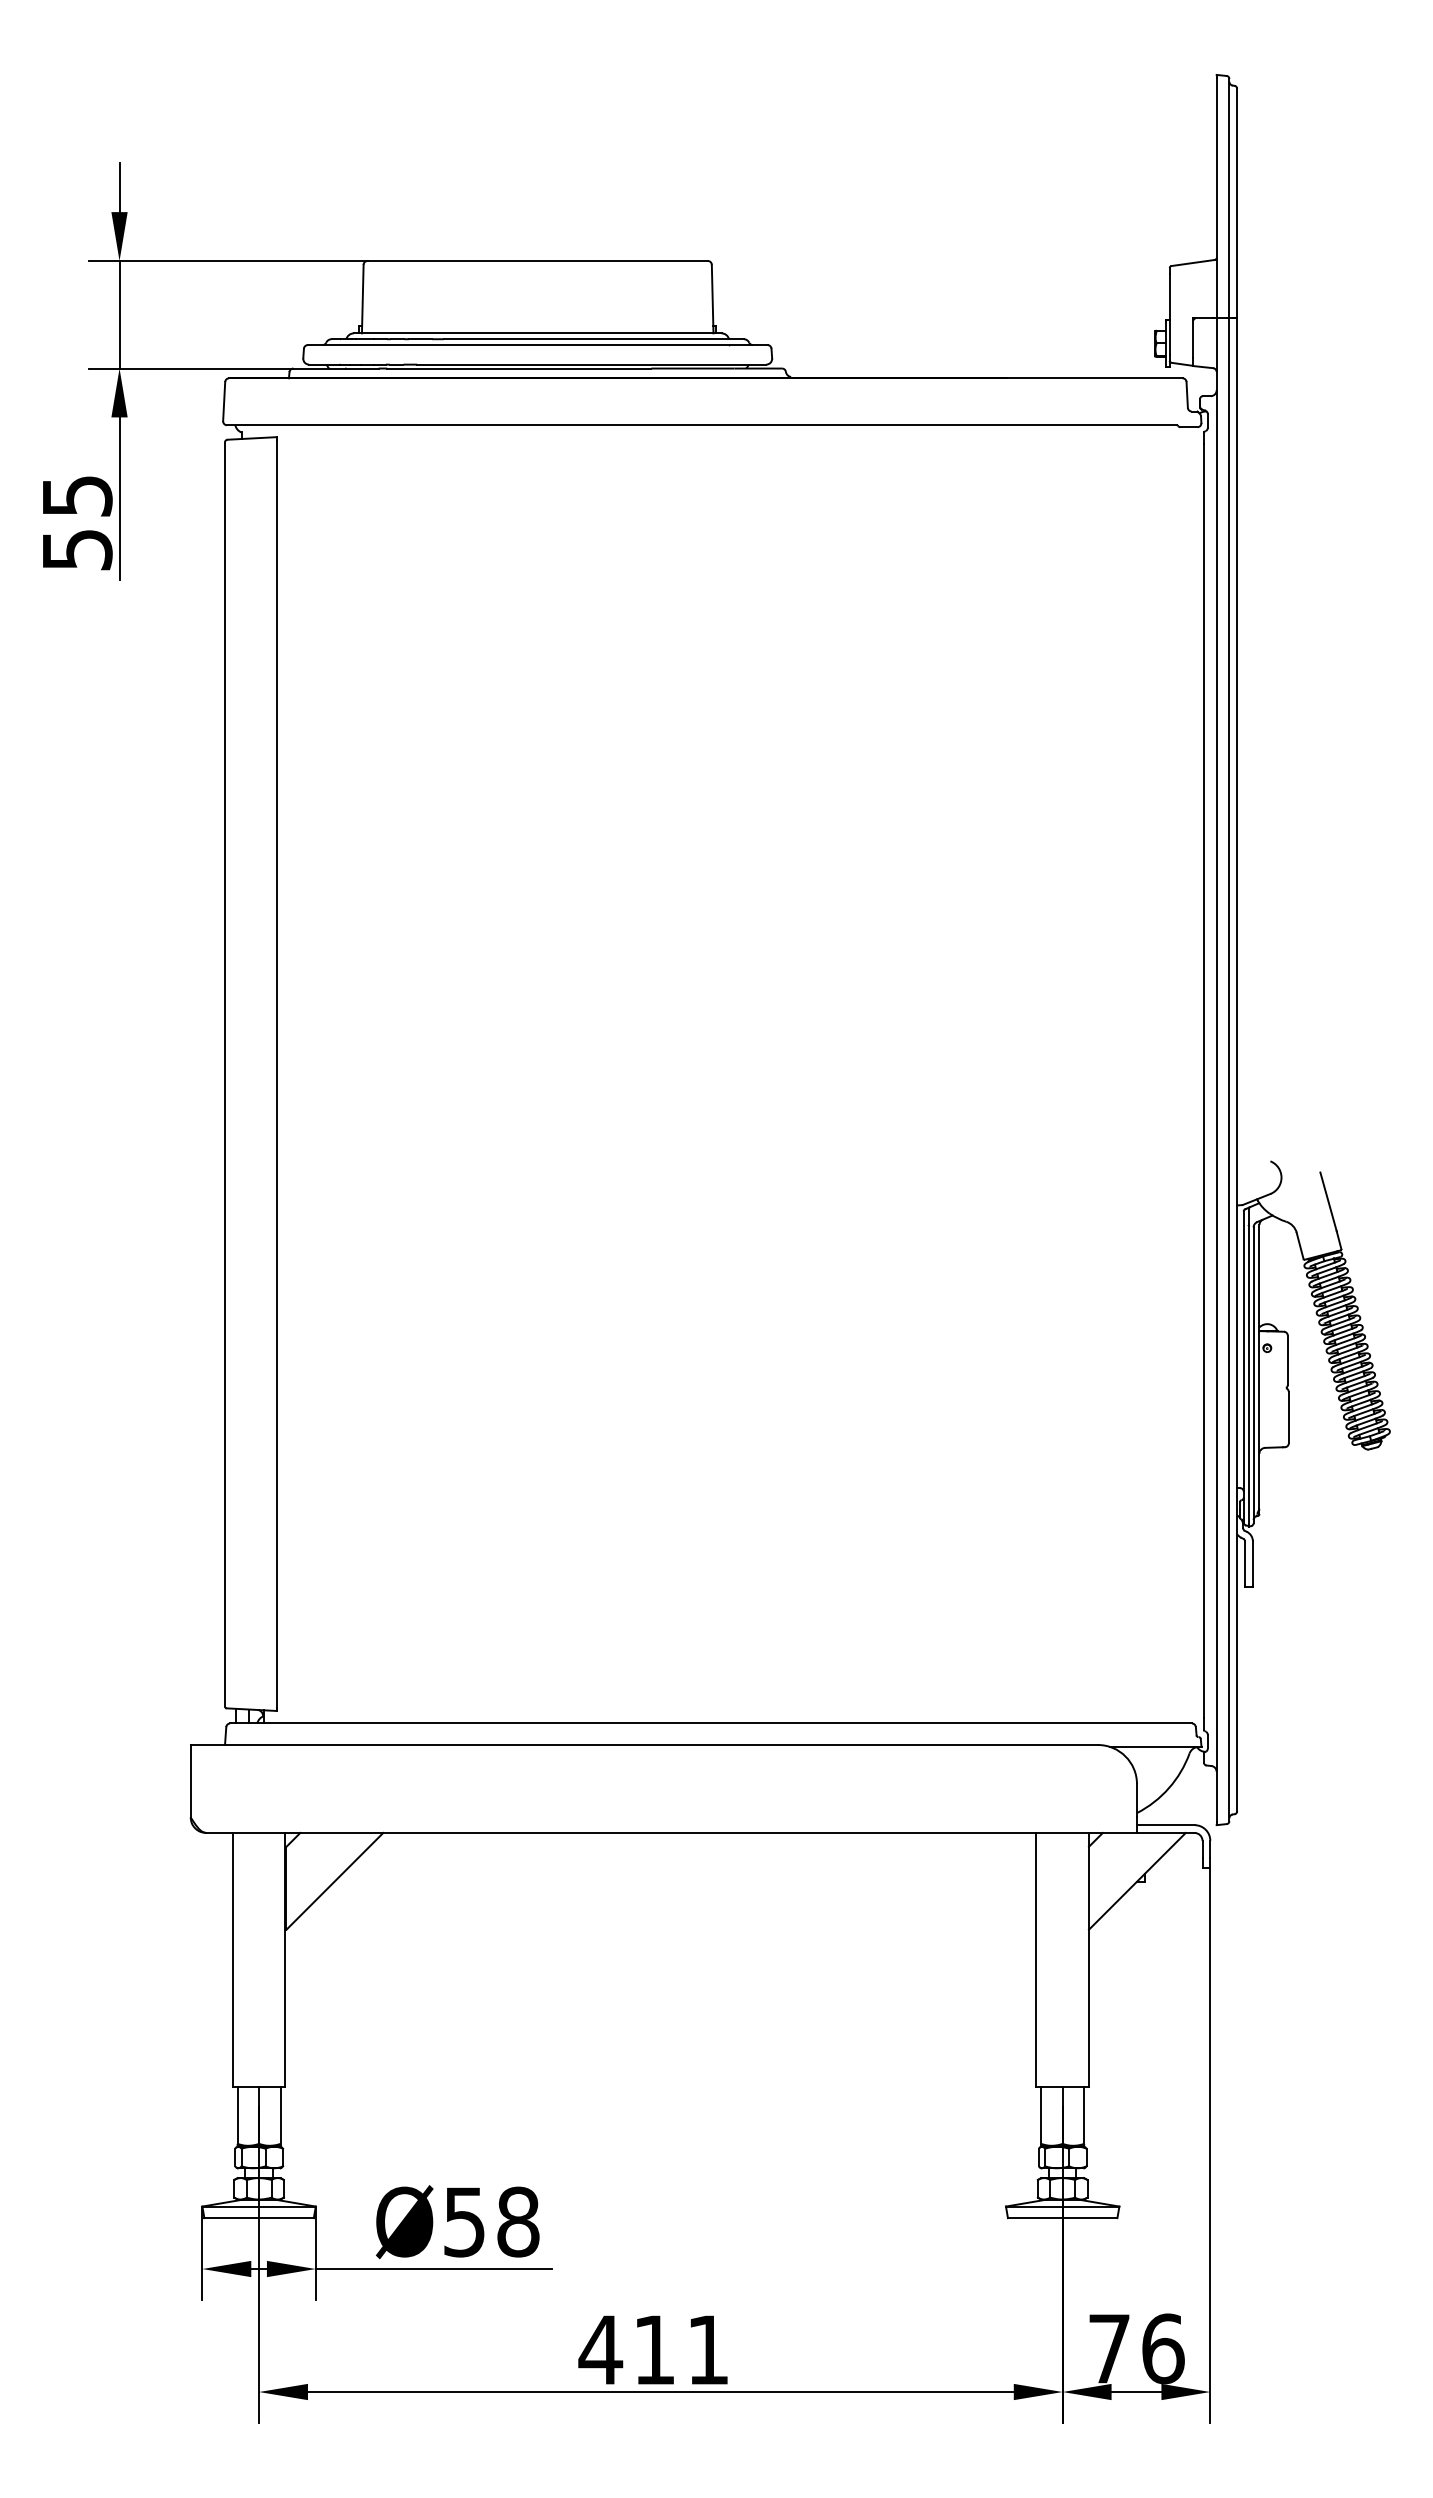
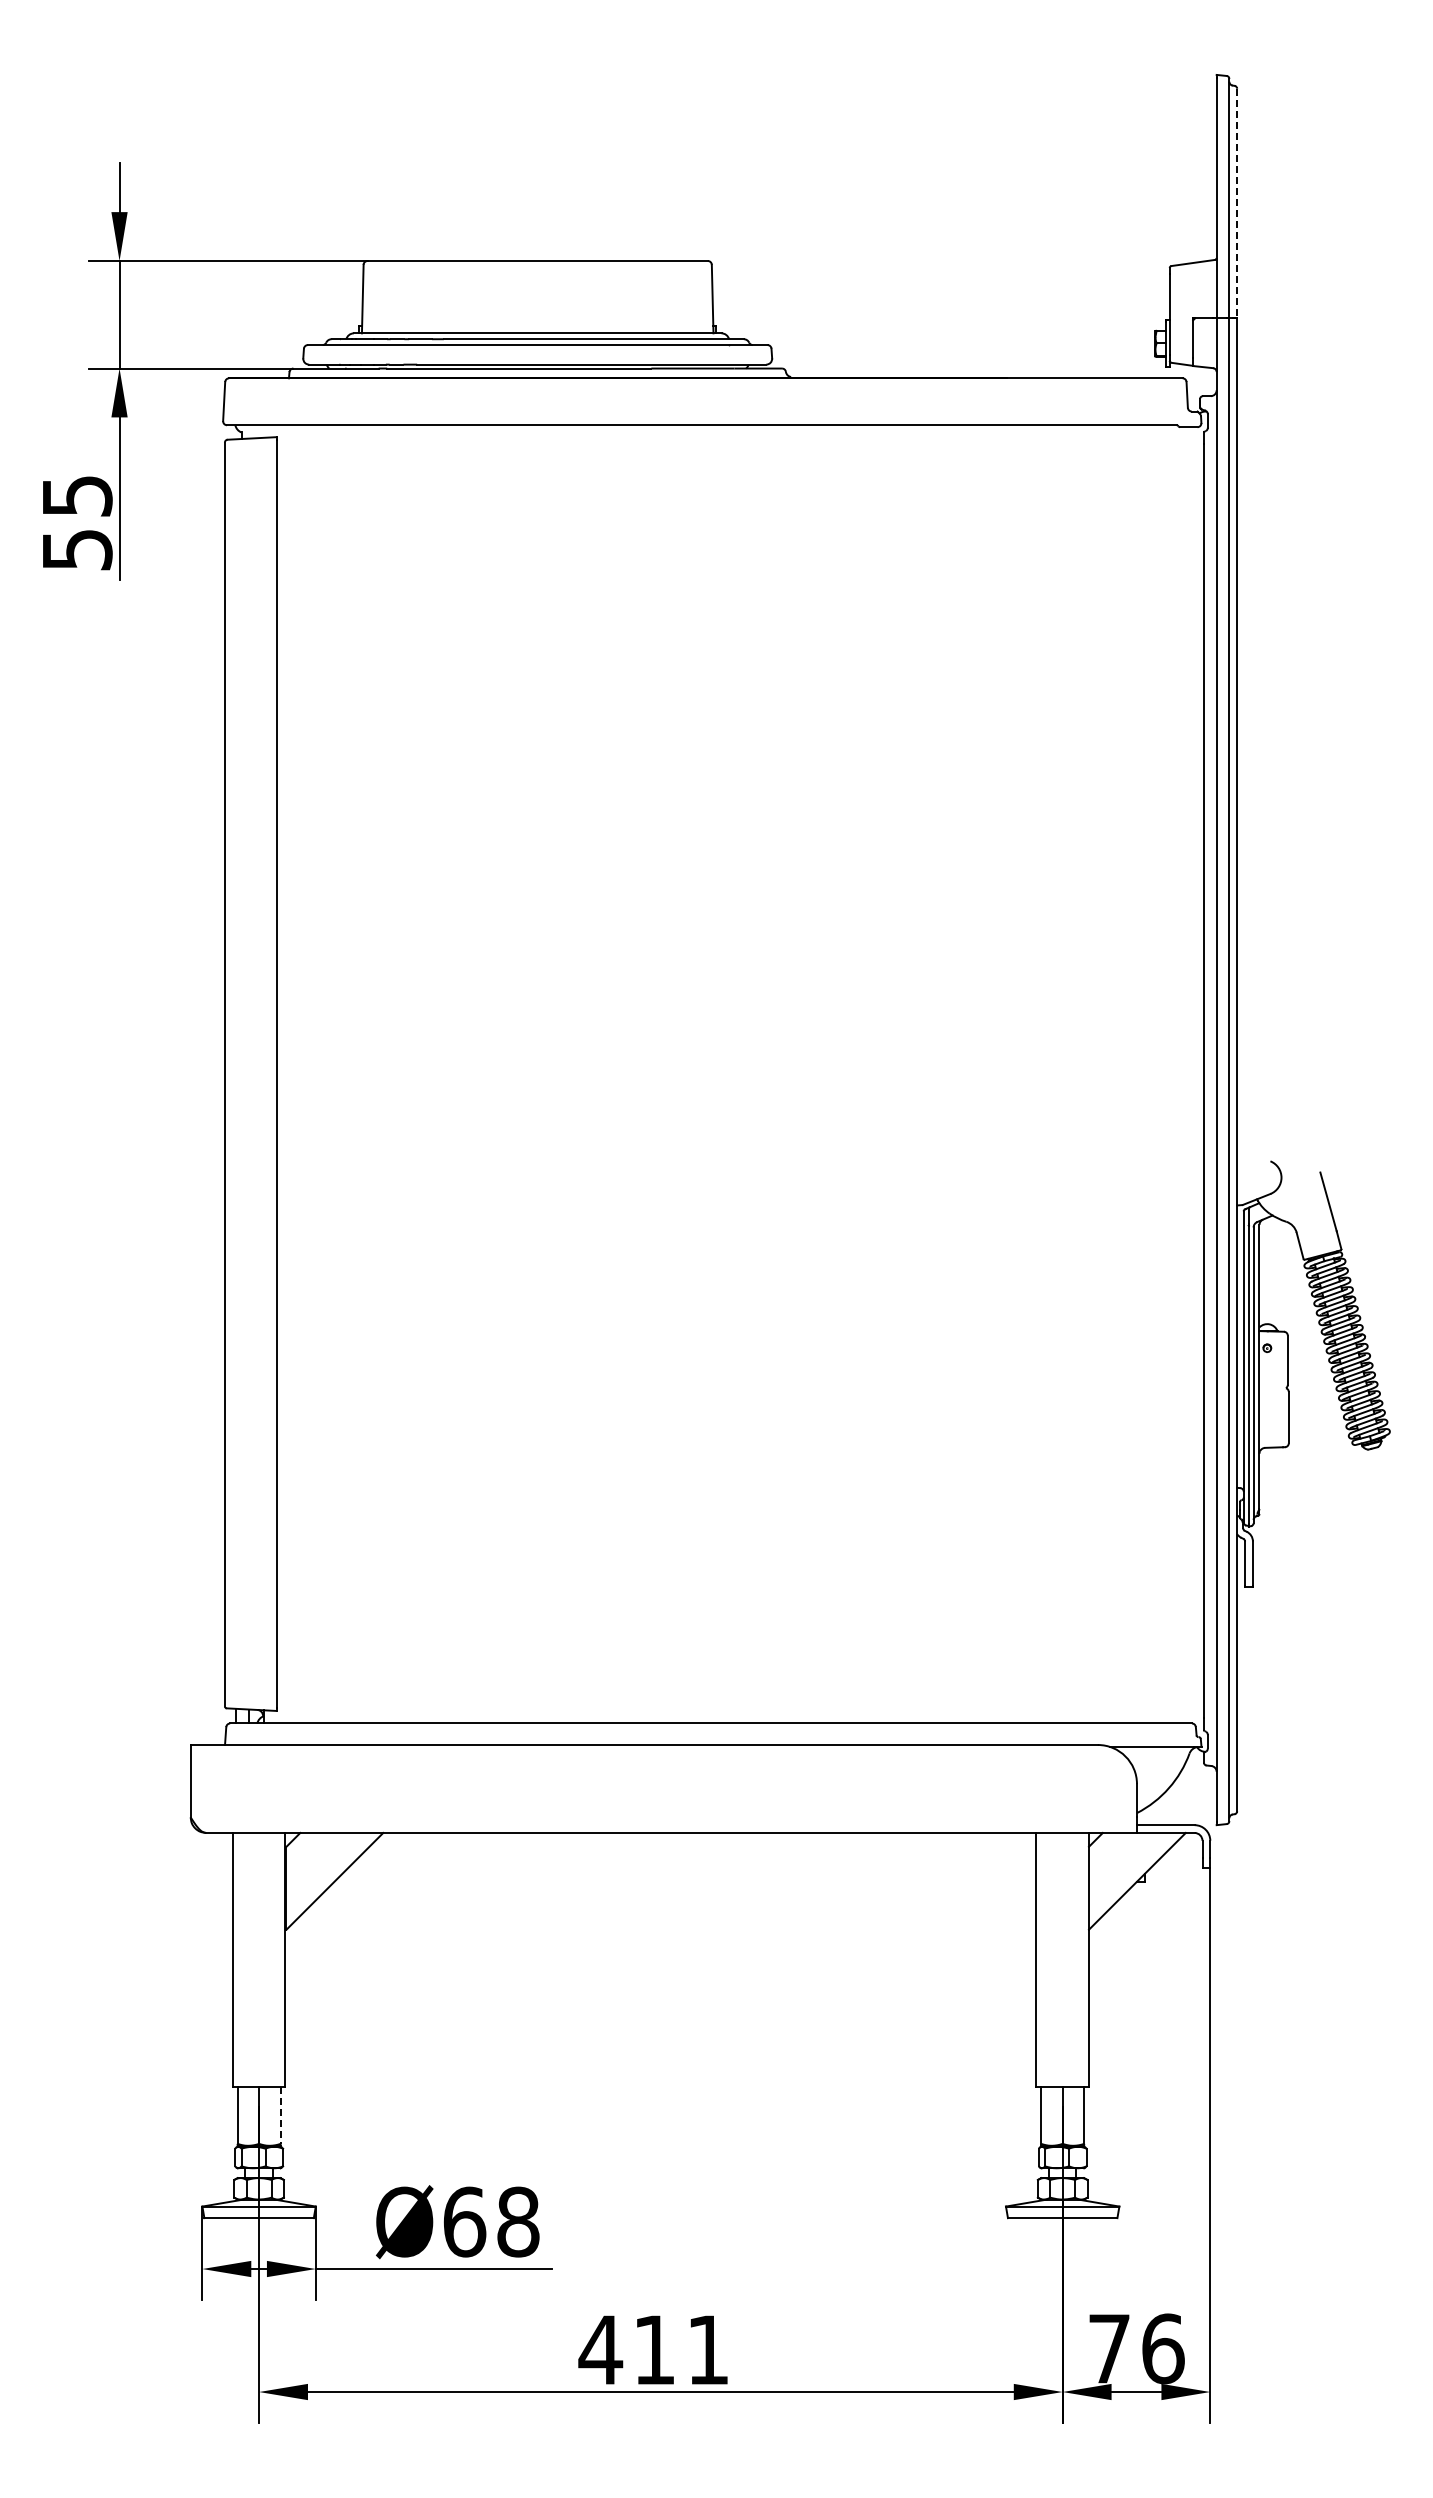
line at (1237, 203): solid -> dashed
line at (280, 2116): solid -> dashed
text at (464, 2221): Ø58 -> Ø68
